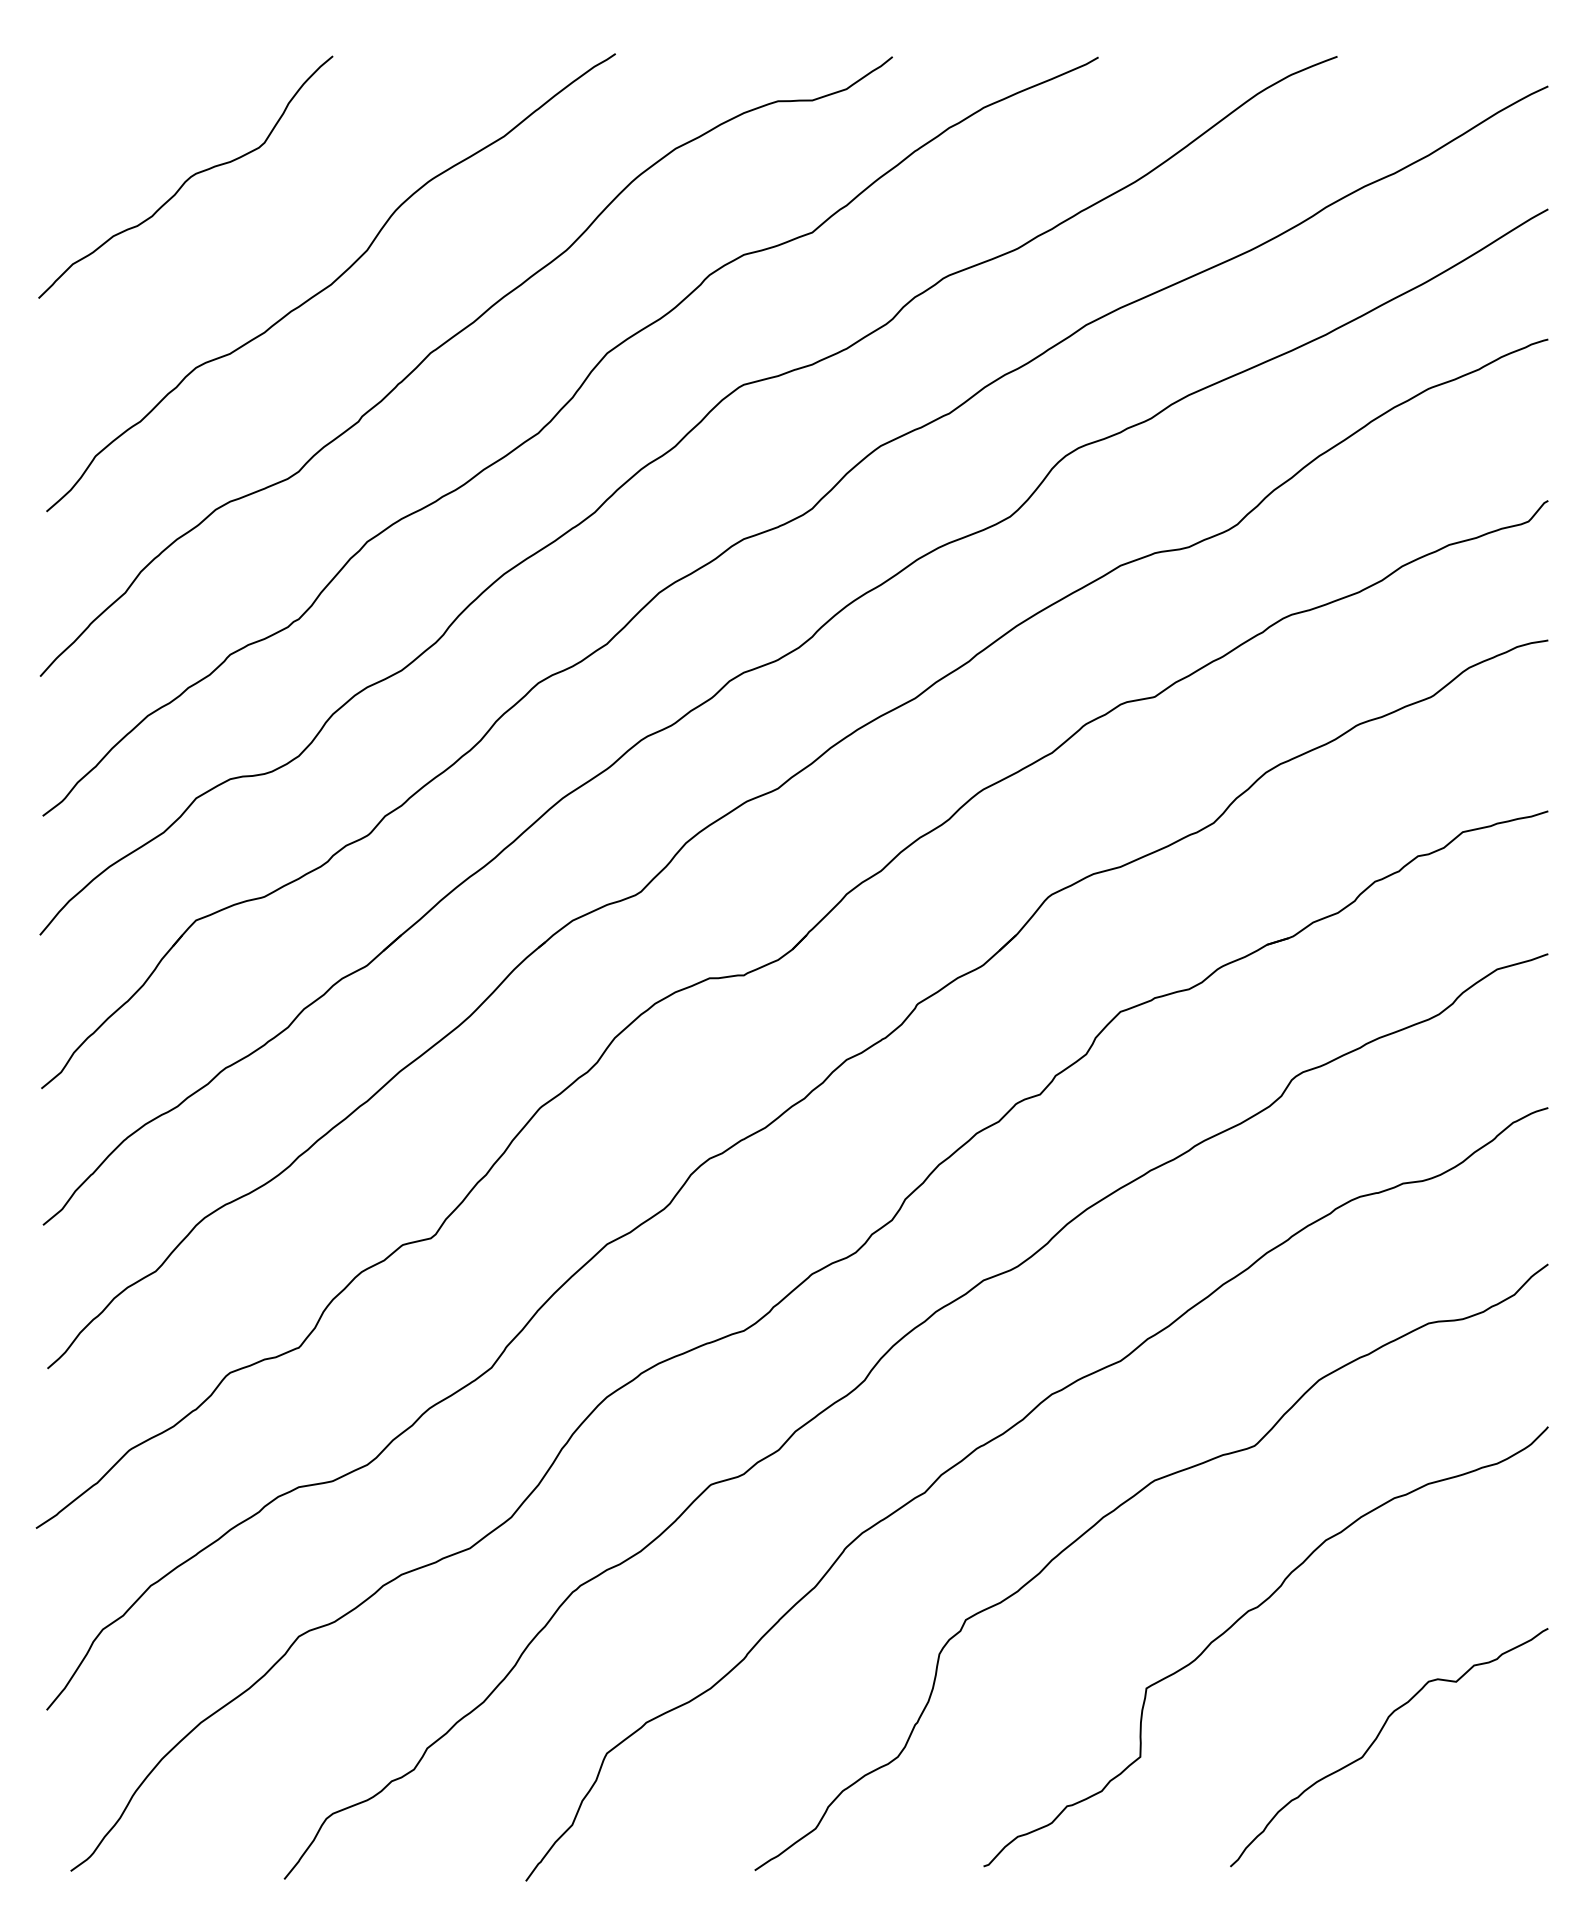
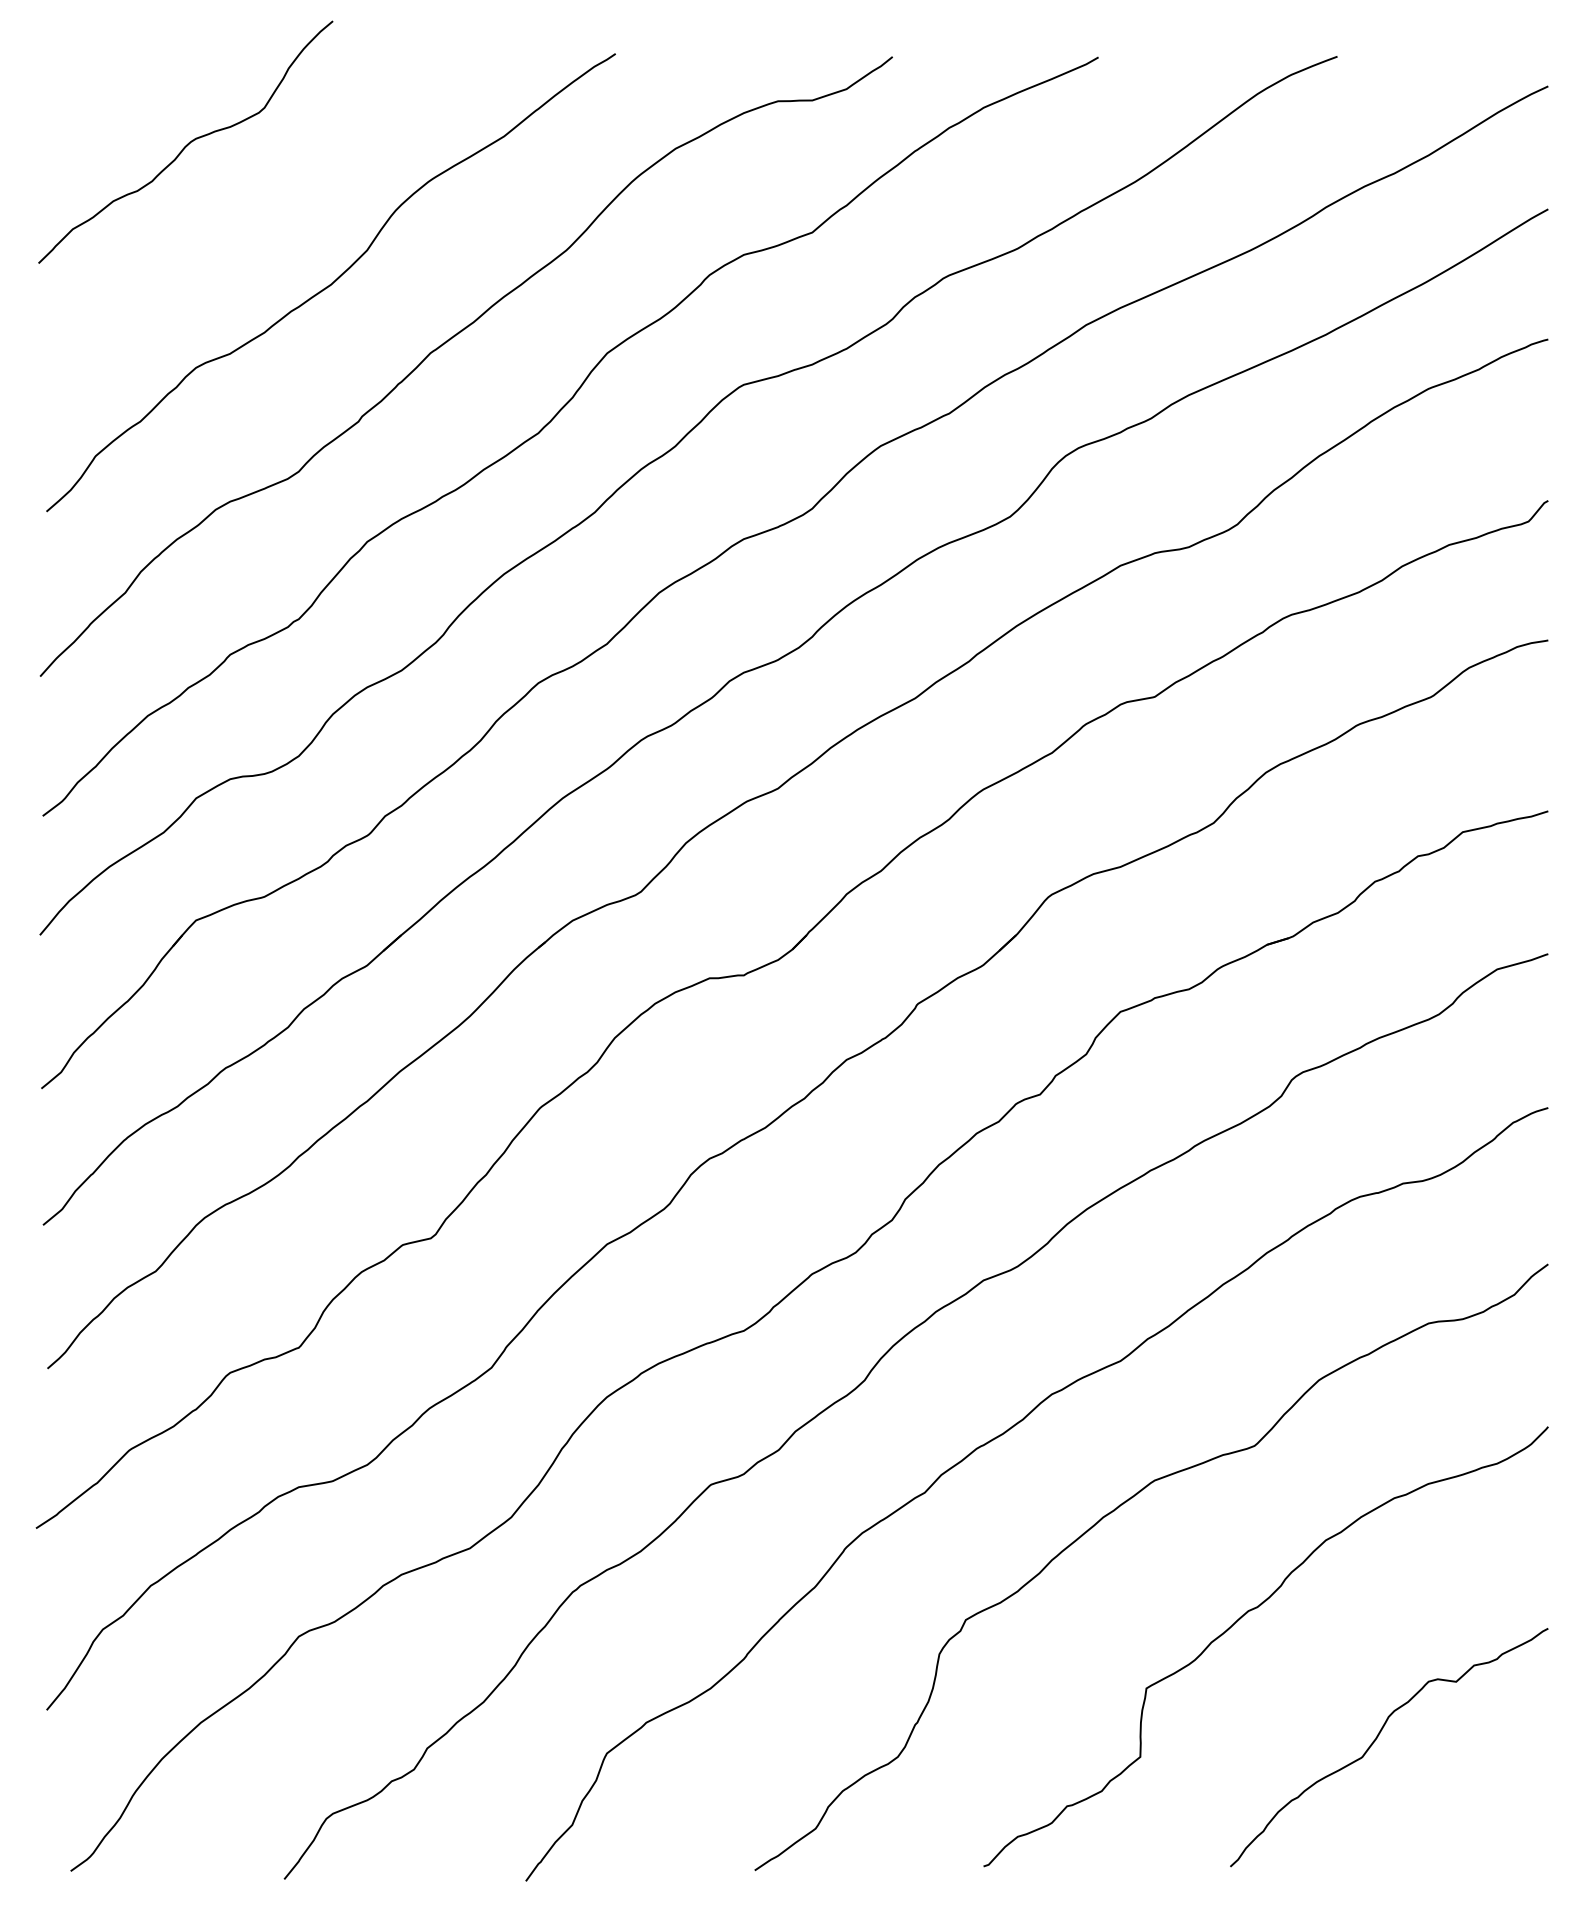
curve at (187, 178) position: (187, 178) -> (187, 143)
